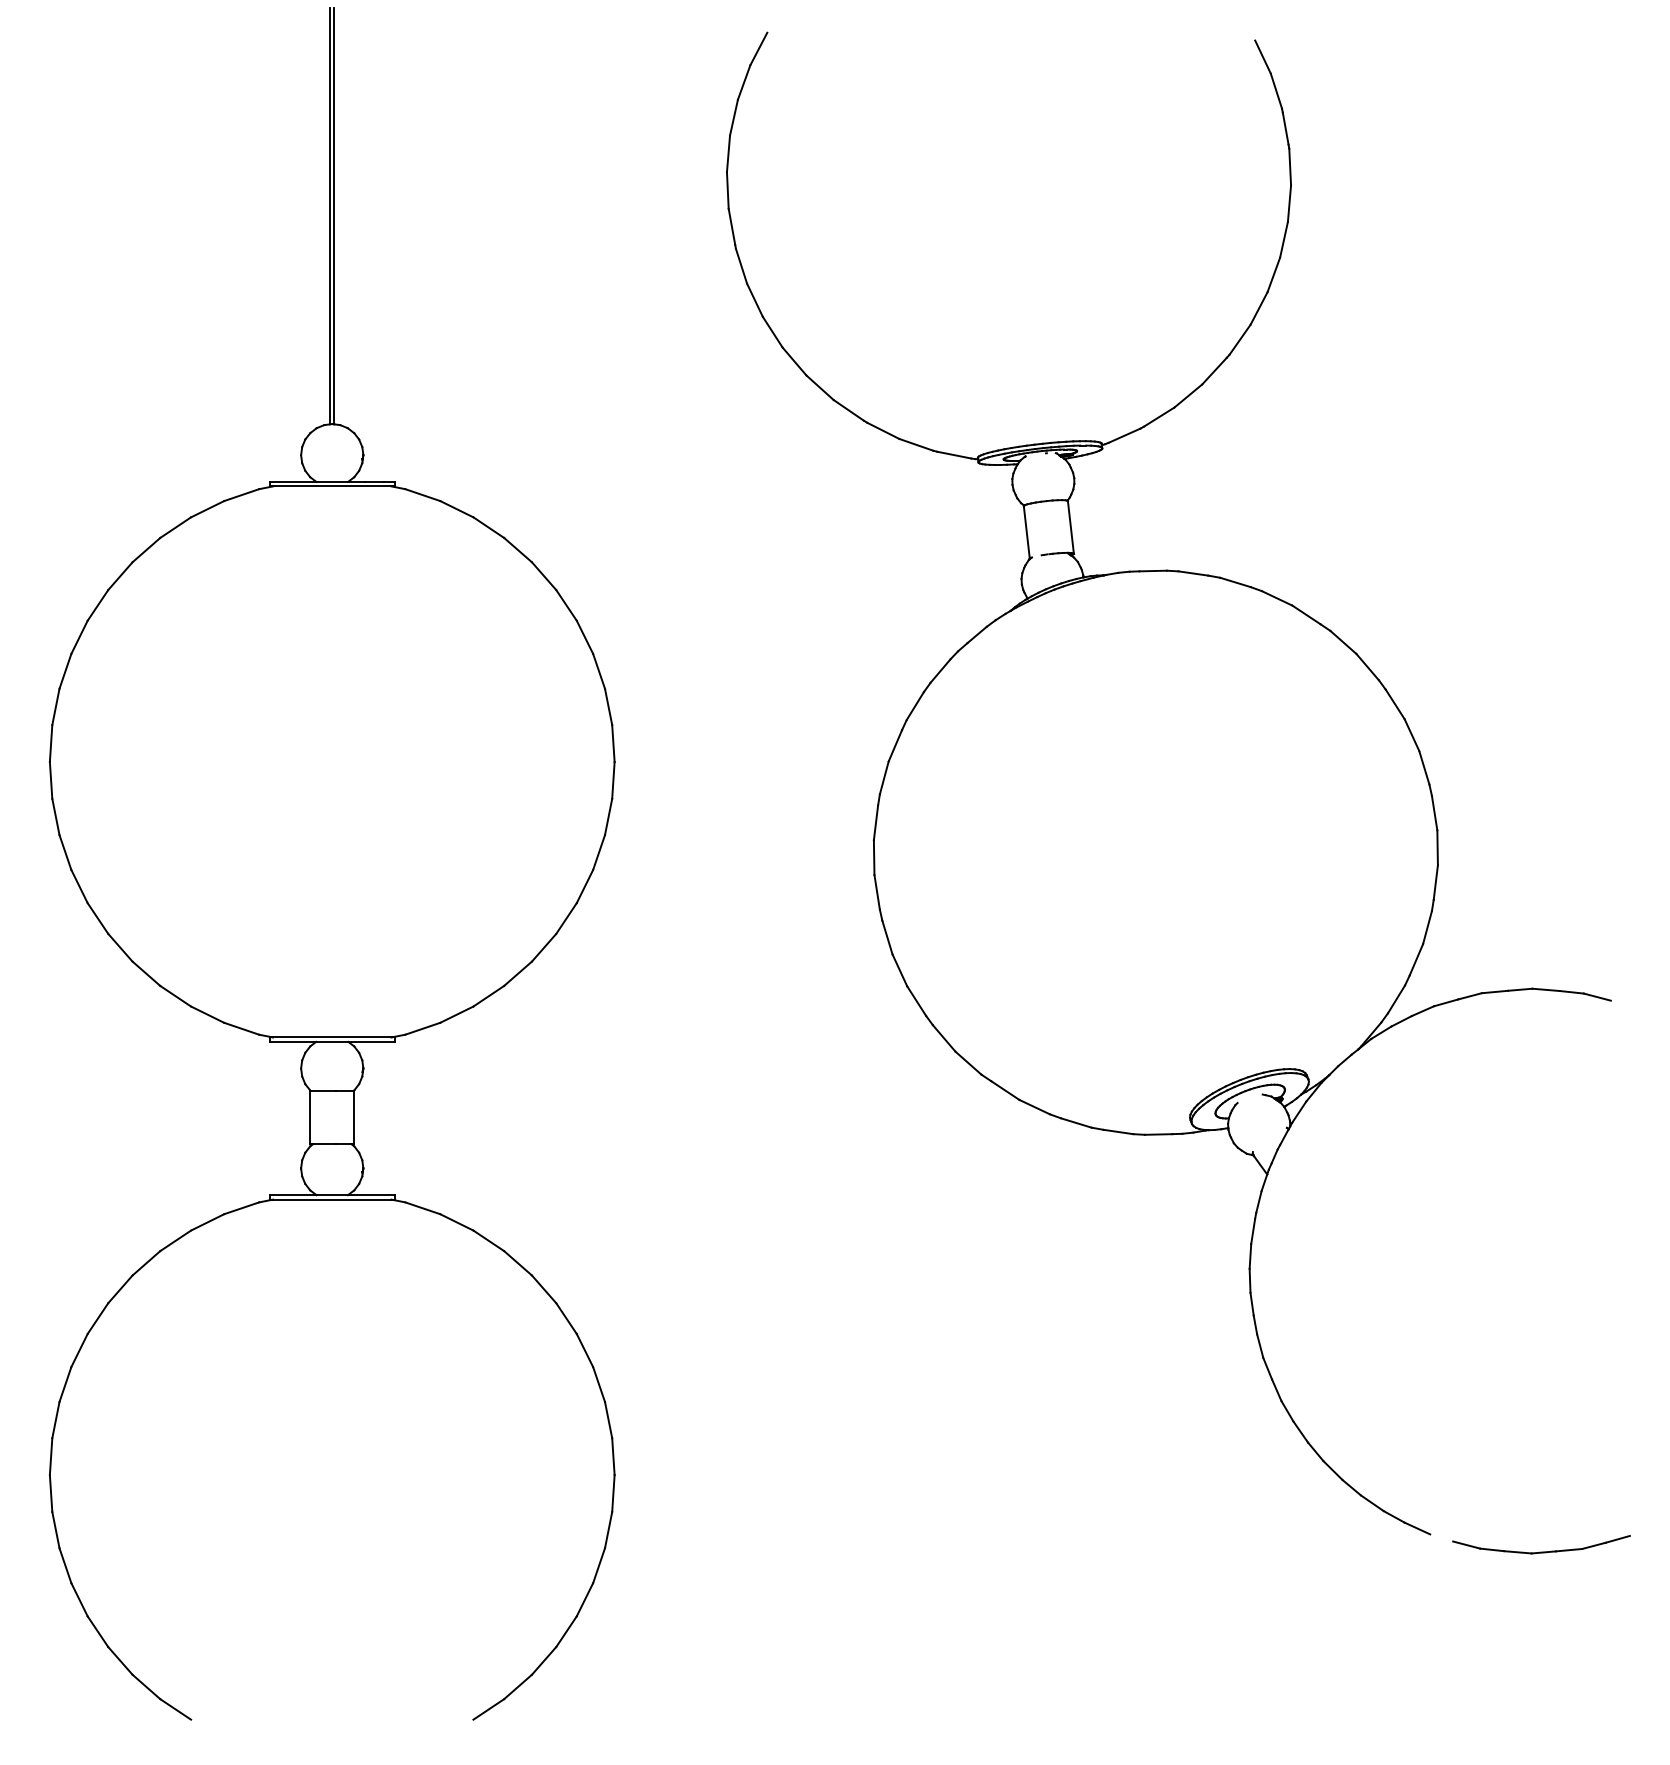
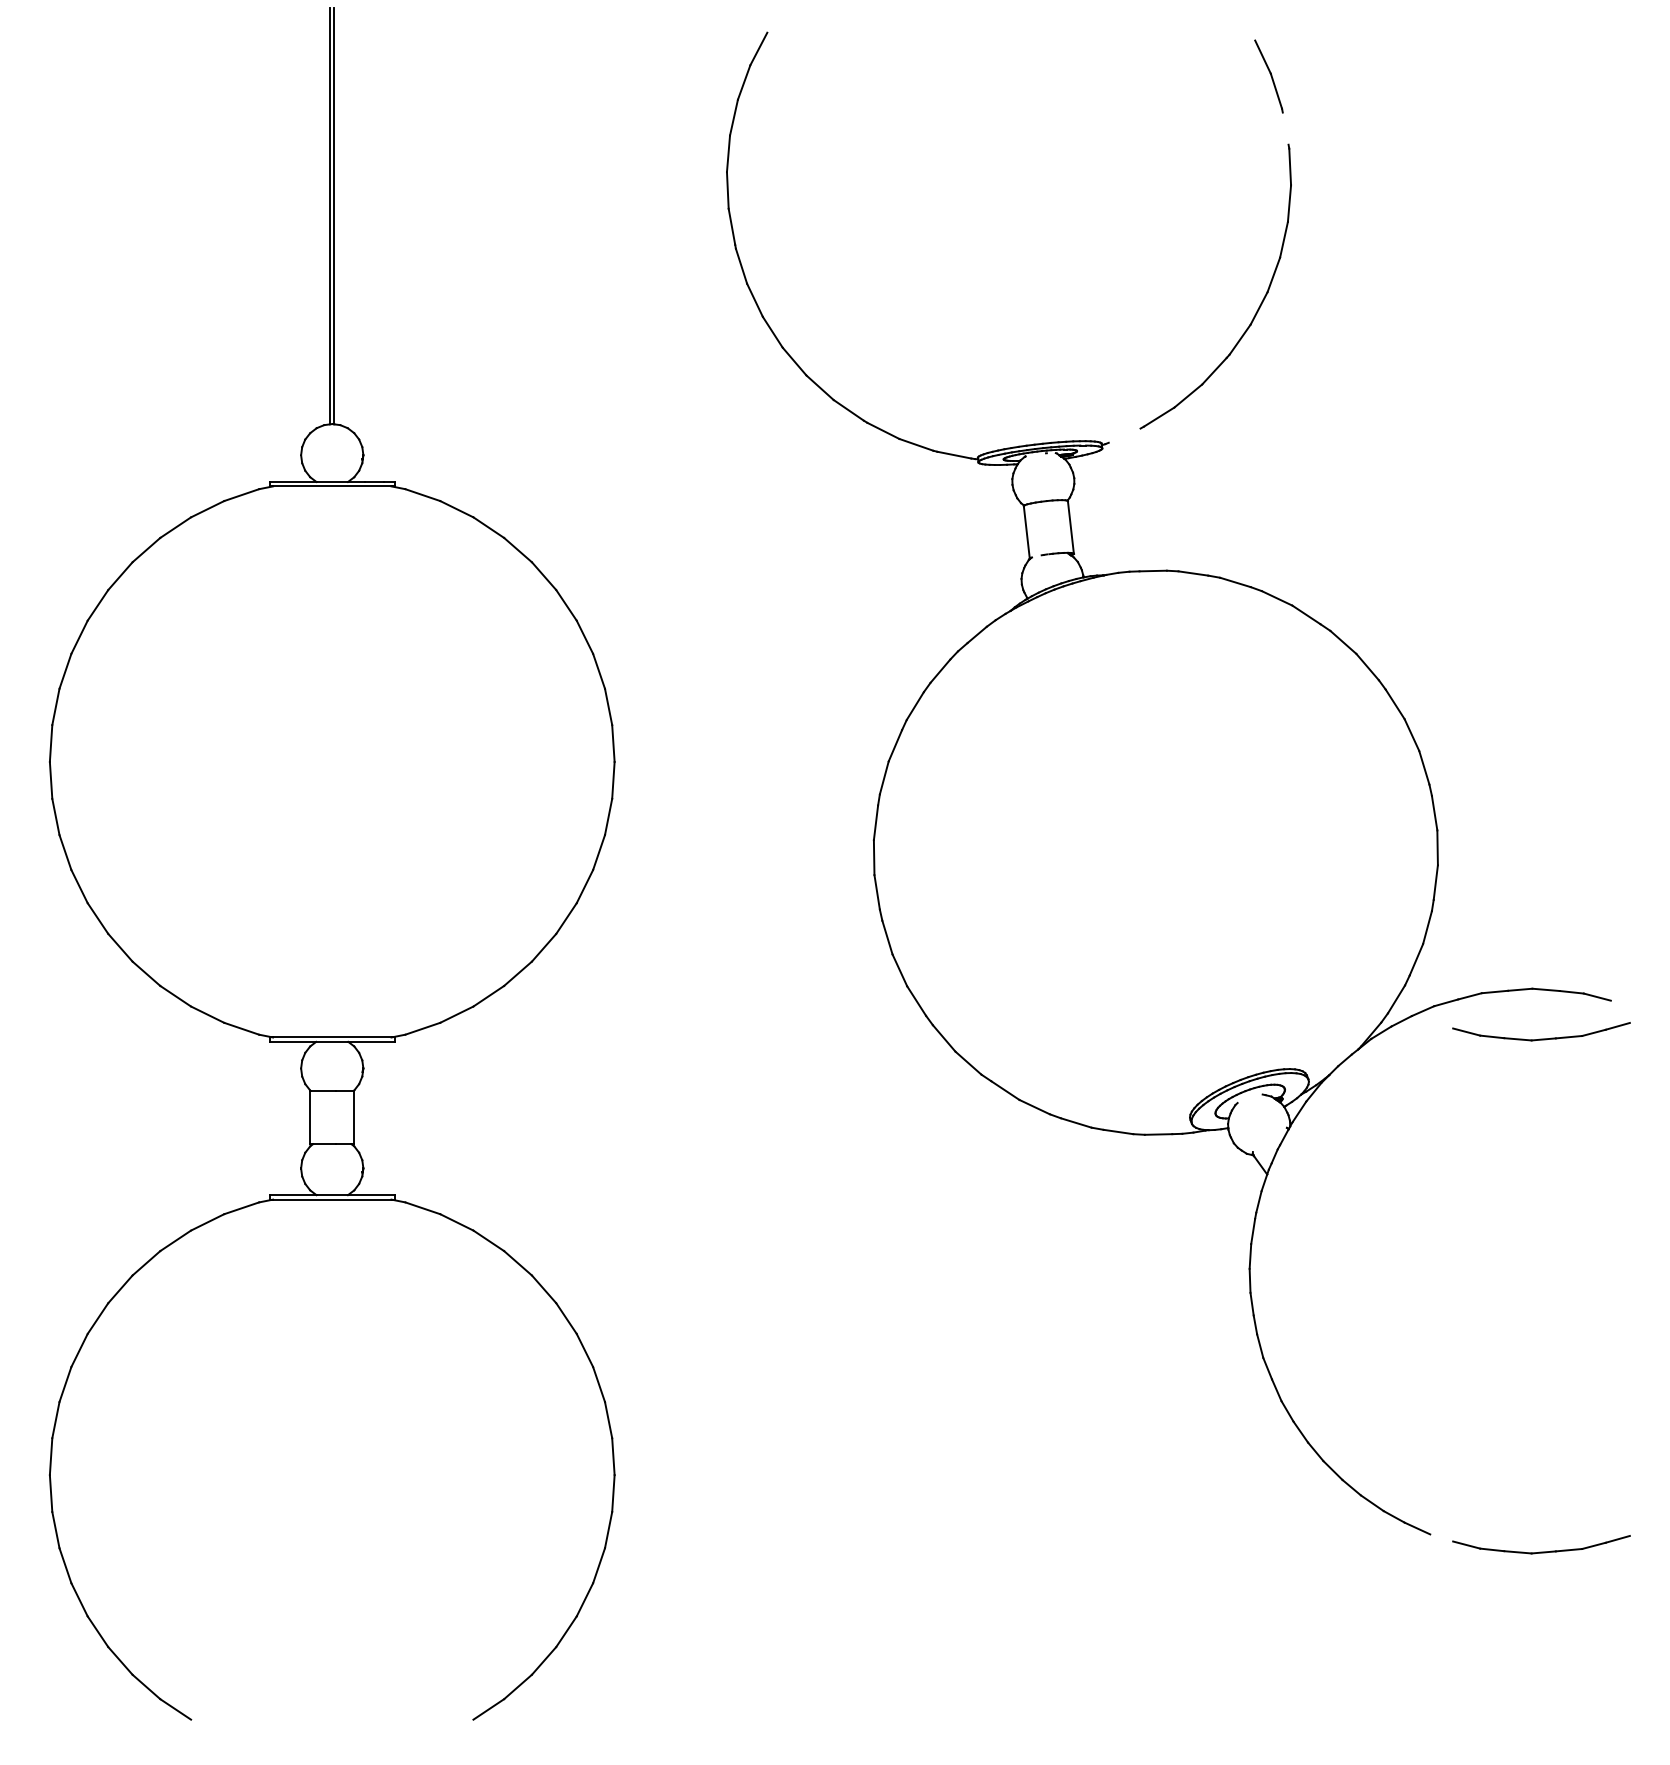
line at (1285, 128): present -> none
line at (1124, 435): present -> none
part at (1541, 1038): none -> present
